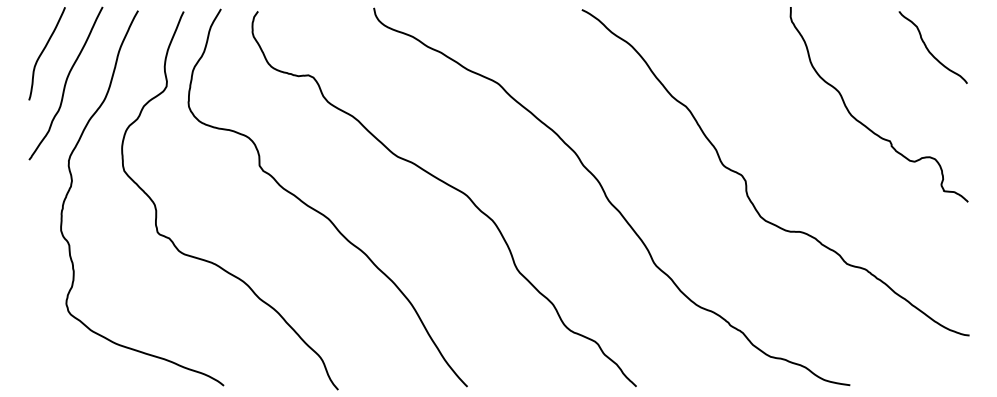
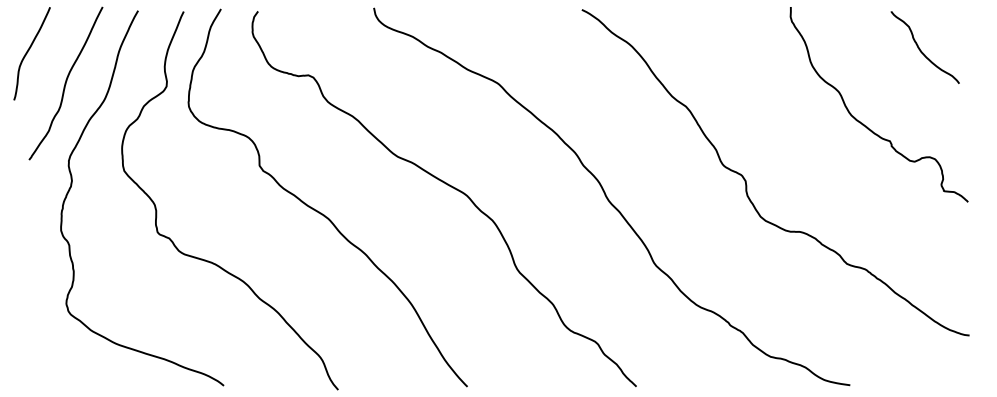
curve at (928, 48) position: (928, 48) -> (920, 48)
curve at (43, 52) position: (43, 52) -> (28, 52)
